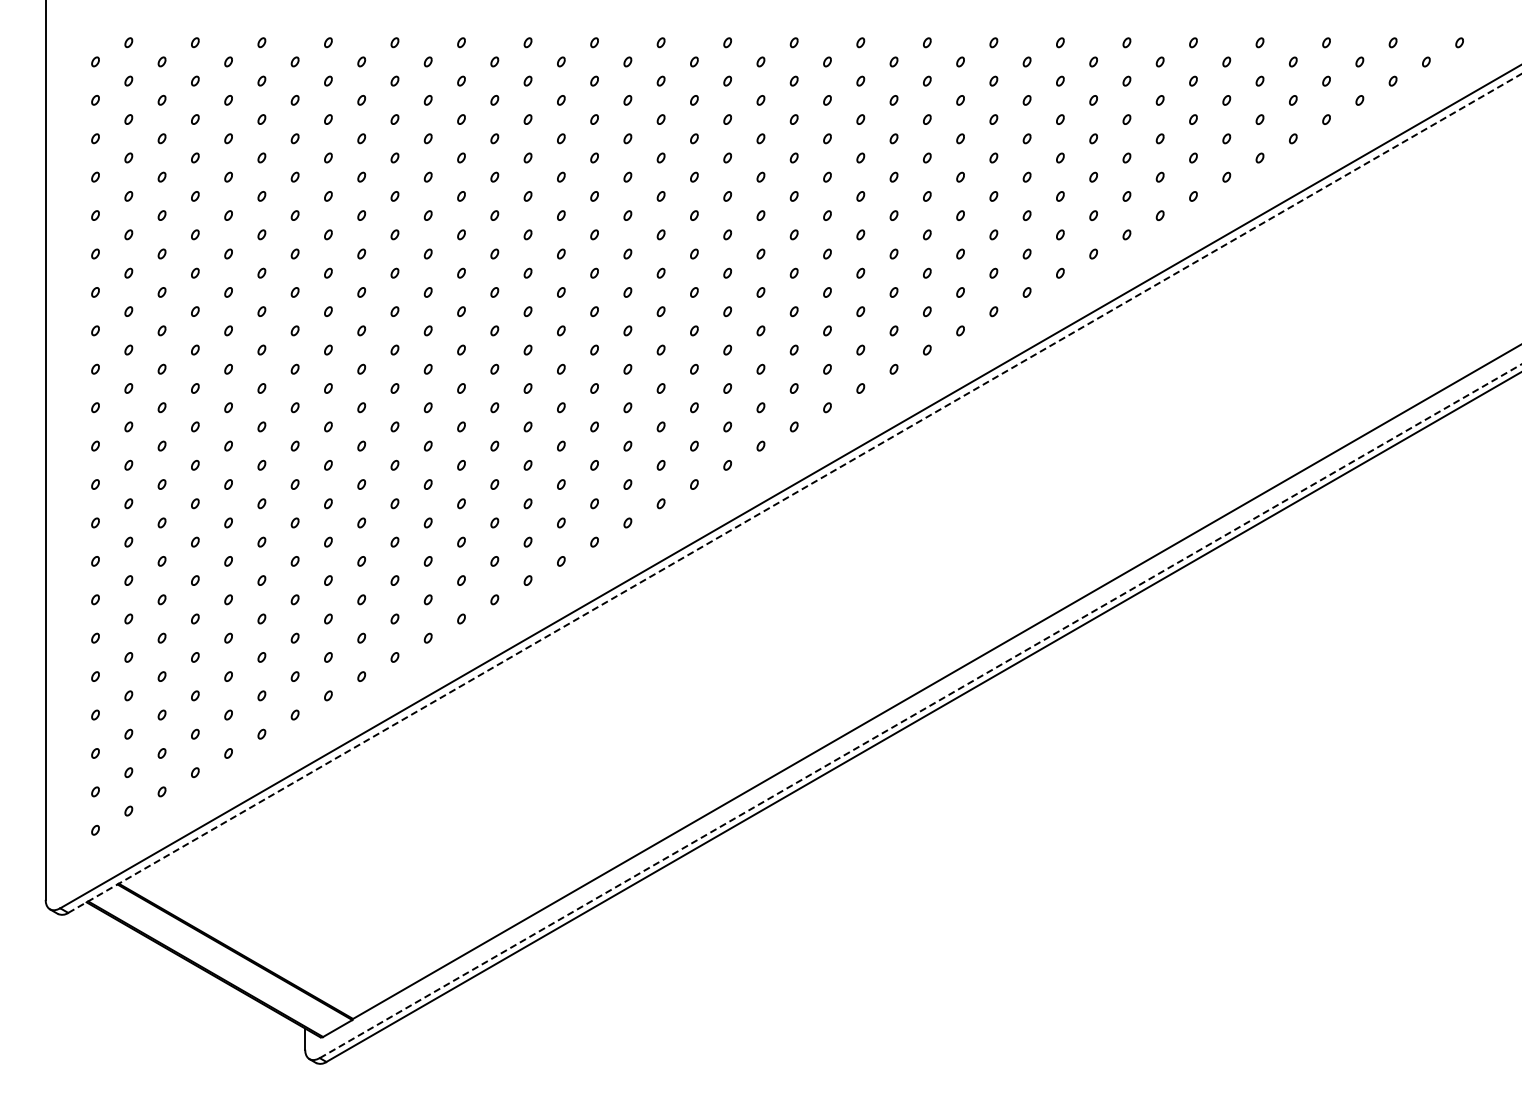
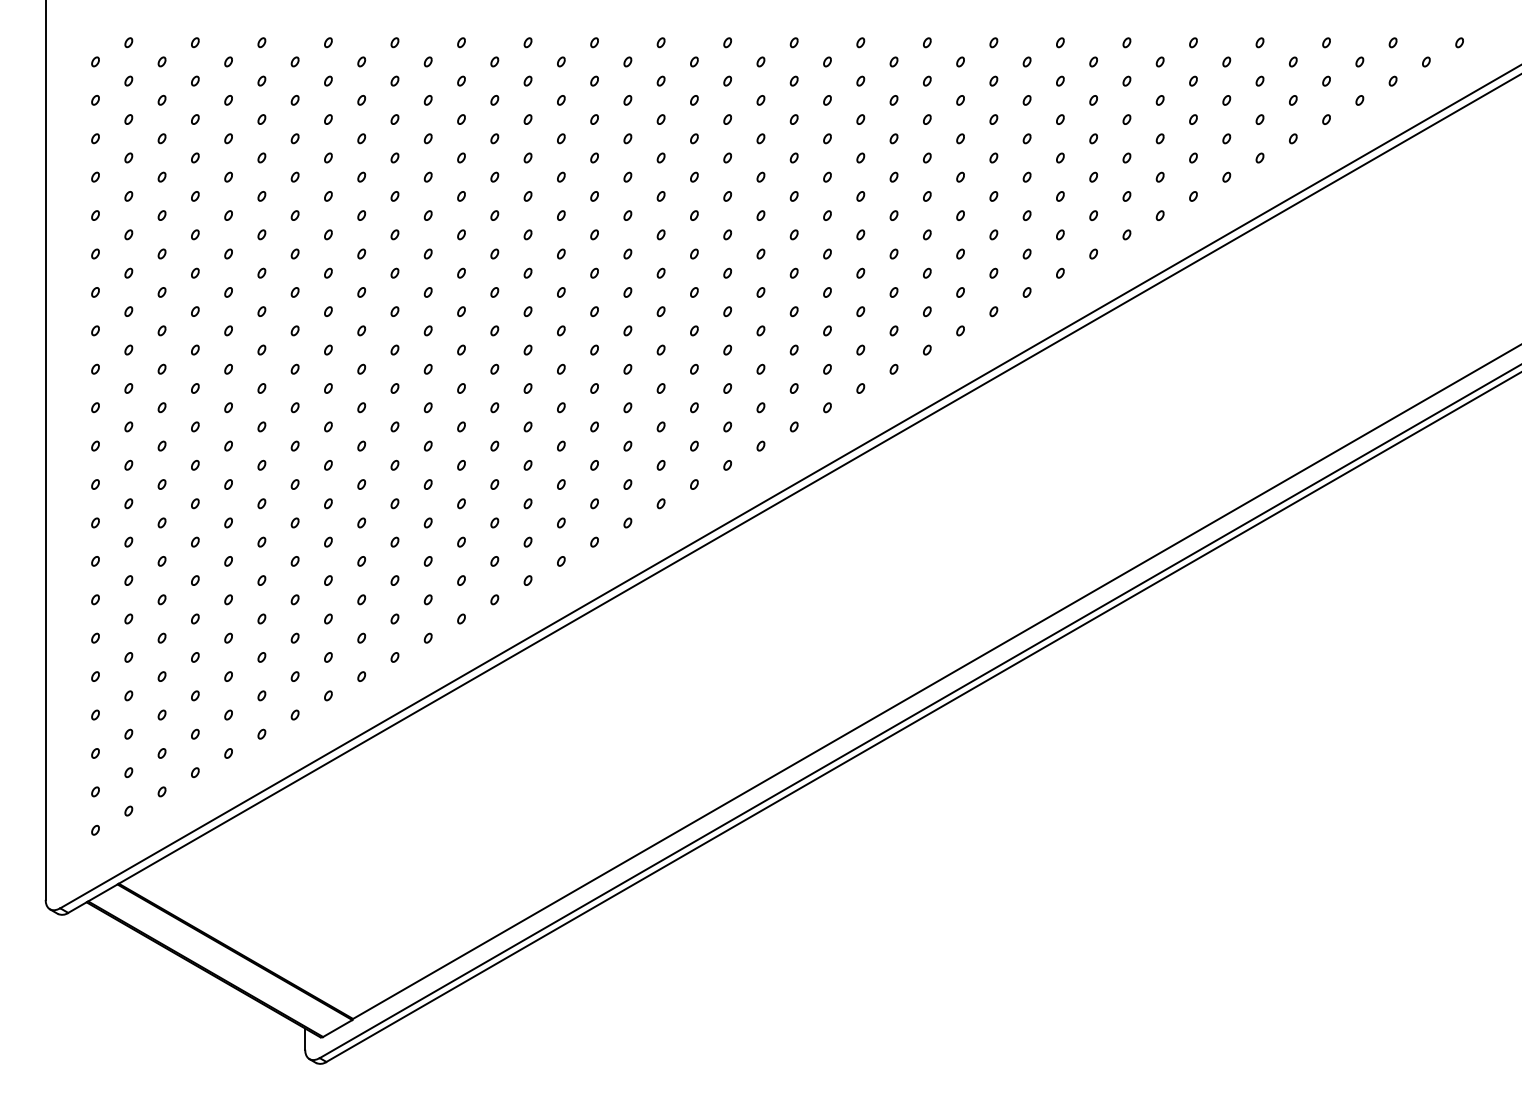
line at (795, 493): dashed -> solid
line at (920, 711): dashed -> solid
